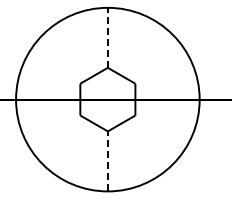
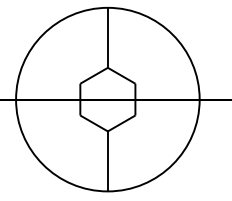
line at (107, 37): dashed -> solid
line at (107, 161): dashed -> solid
